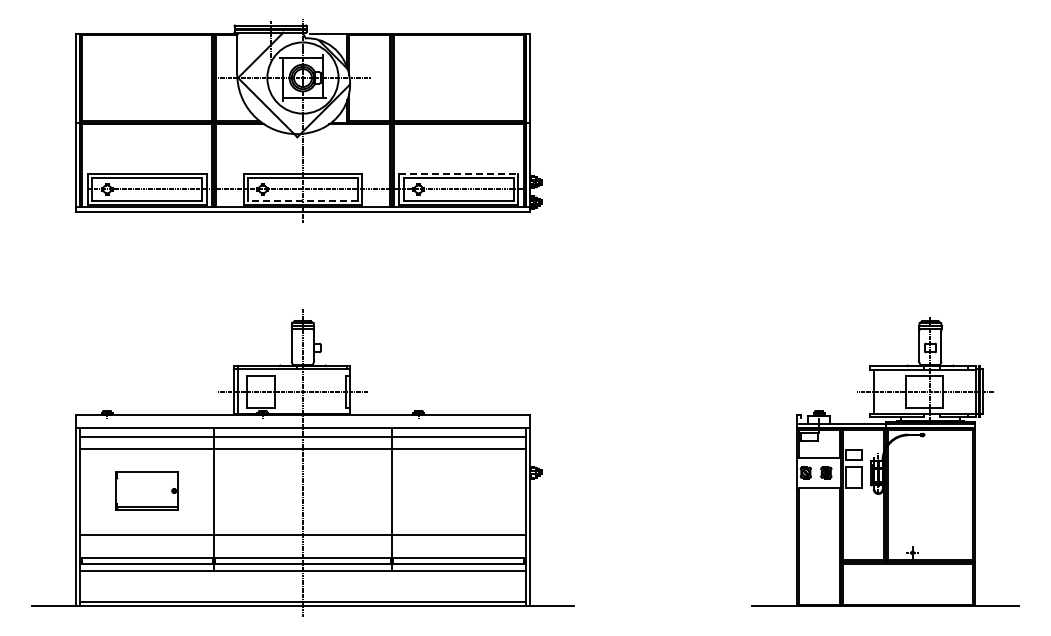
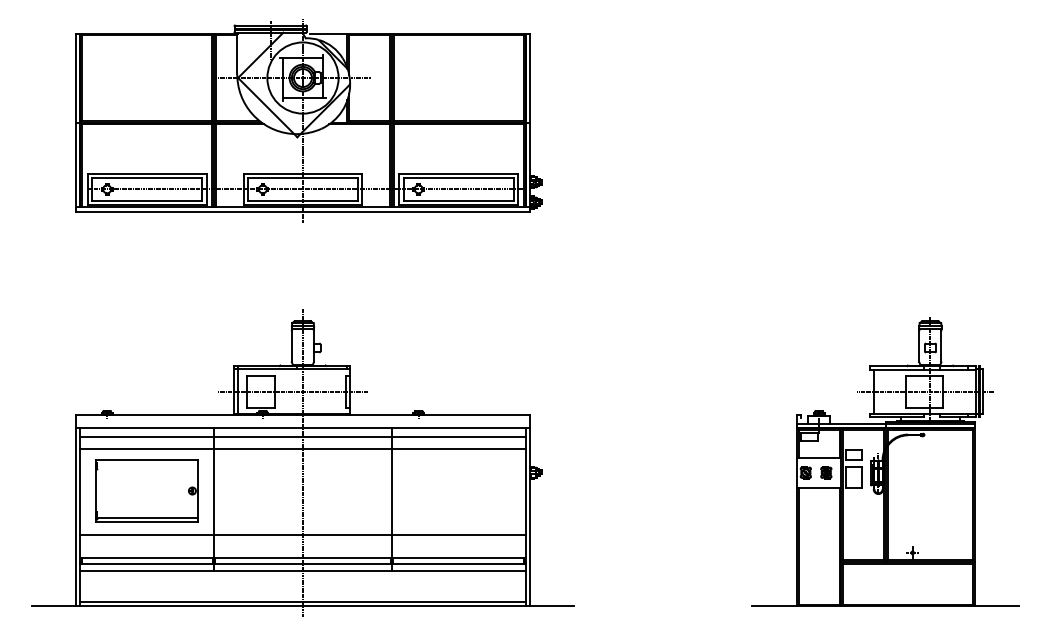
line at (459, 173): dashed -> solid
line at (302, 200): dashed -> solid
part at (146, 490) size: 64x40 px -> 104x64 px
